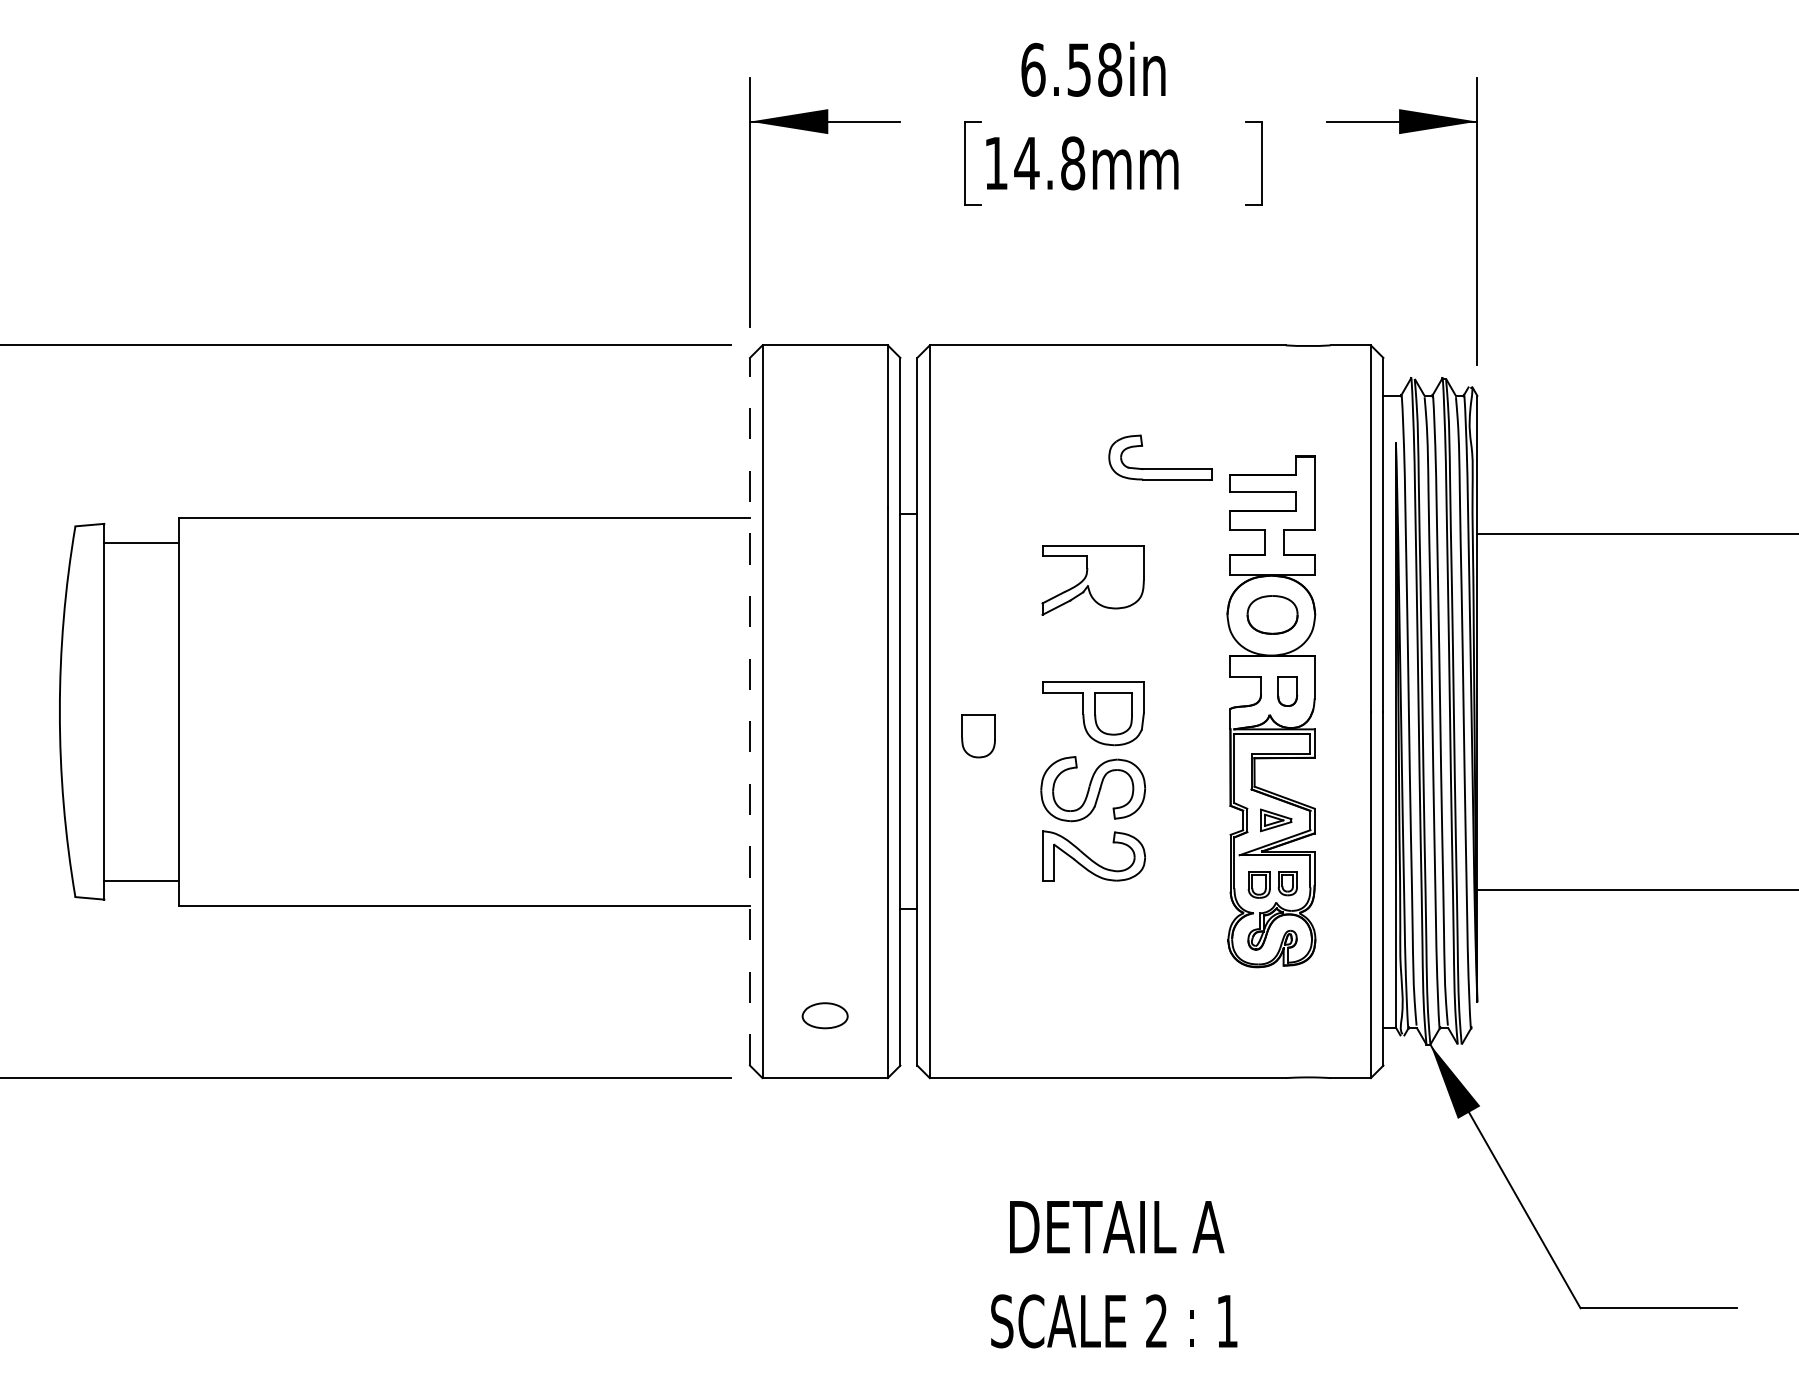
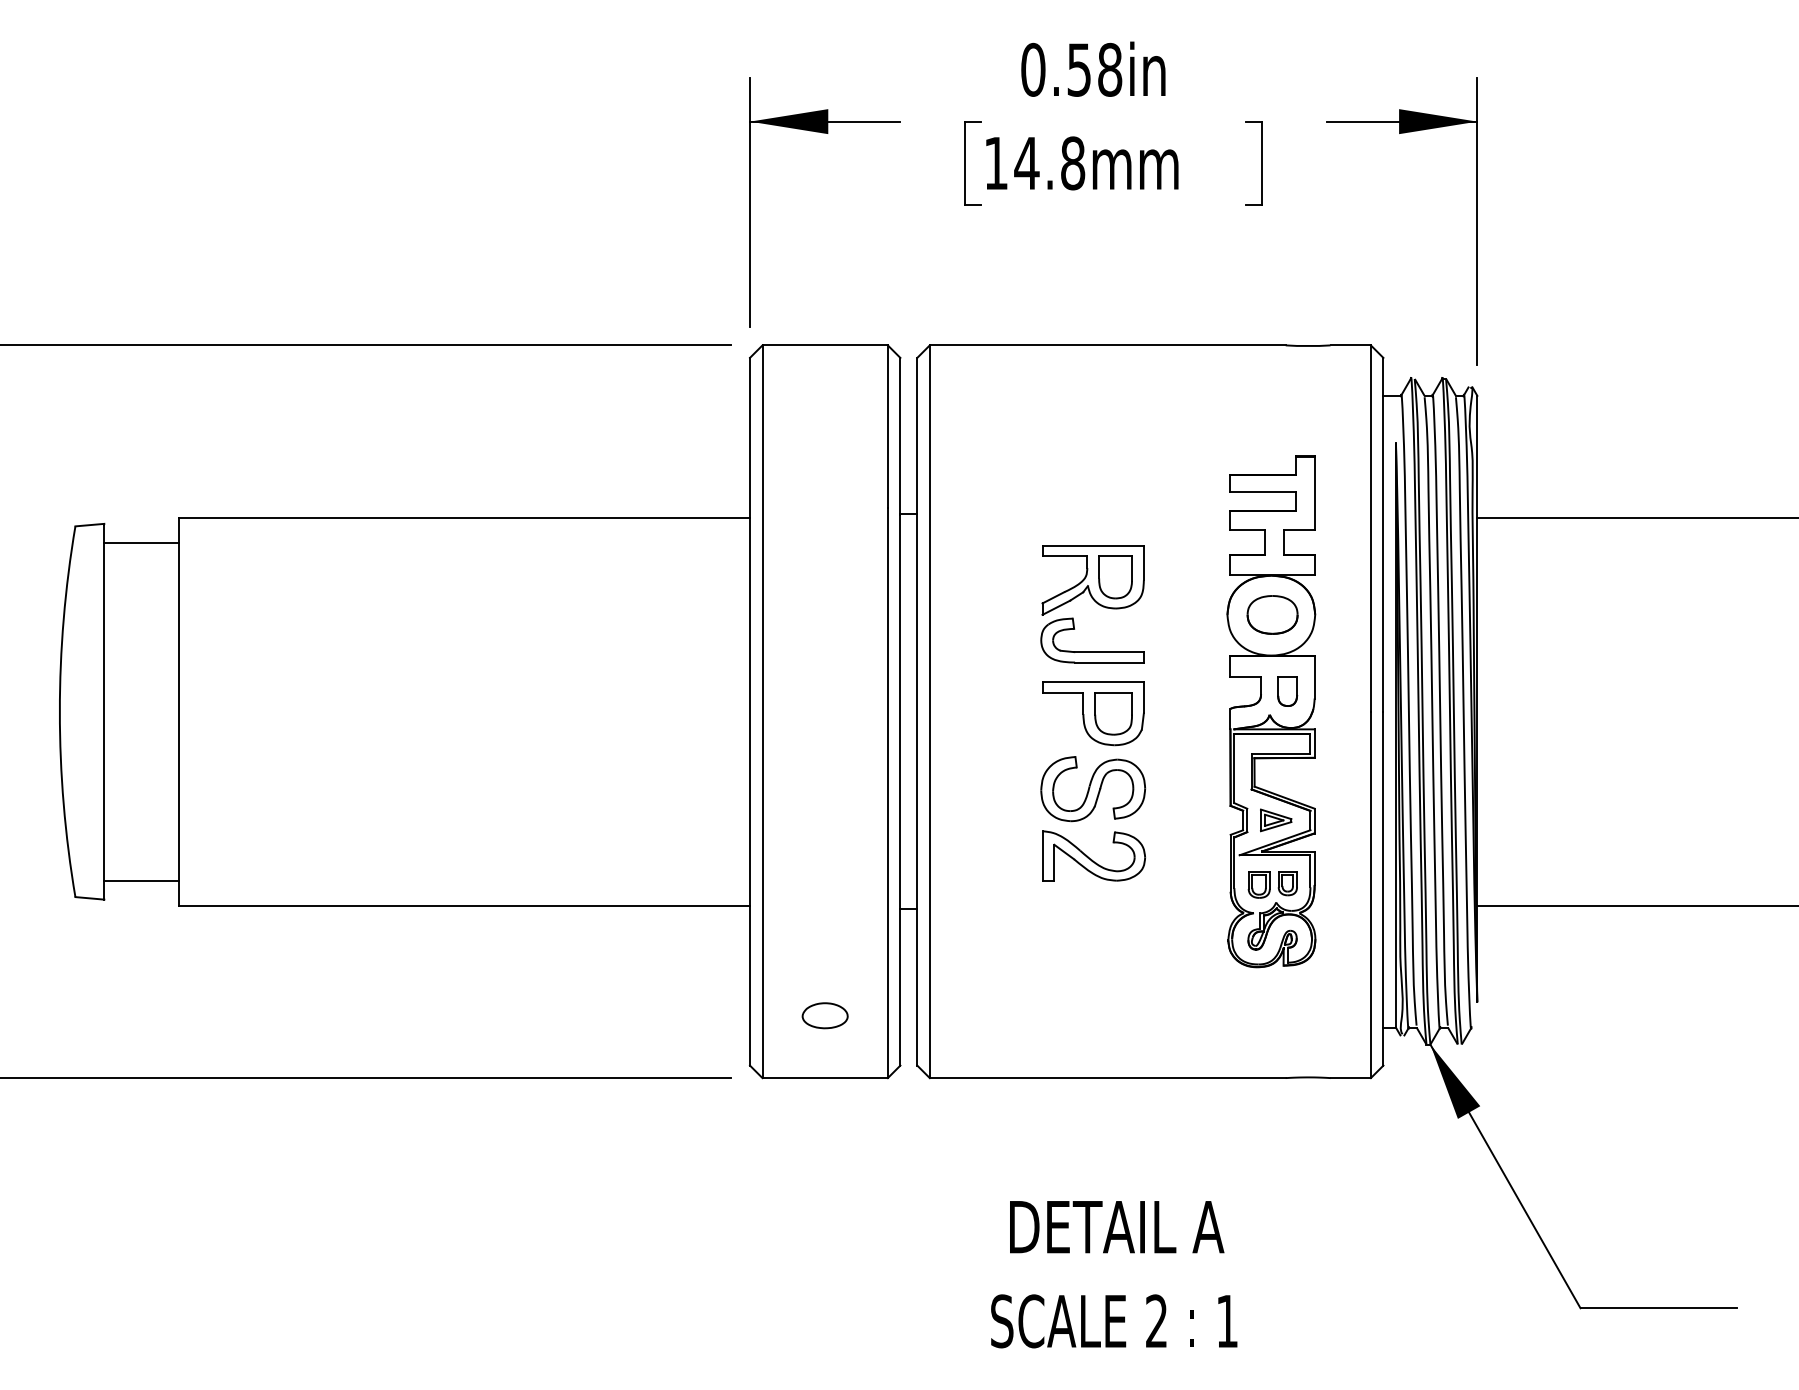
text at (1033, 69): 6.58in -> 0.58in
part at (1160, 468) position: (1160, 468) -> (1092, 651)
line at (1636, 533) position: (1636, 533) -> (1636, 517)
line at (749, 711): dashed -> solid
part at (978, 736) position: (978, 736) -> (1115, 577)
line at (1636, 889) position: (1636, 889) -> (1636, 905)
